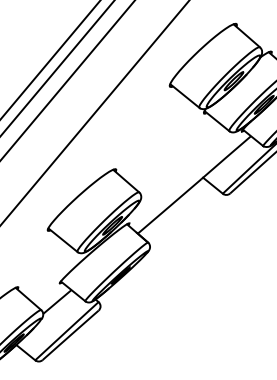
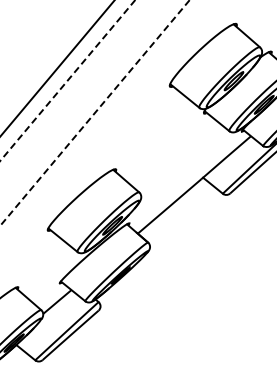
line at (50, 59): present -> none
line at (67, 80): solid -> dashed
line at (95, 112): solid -> dashed
